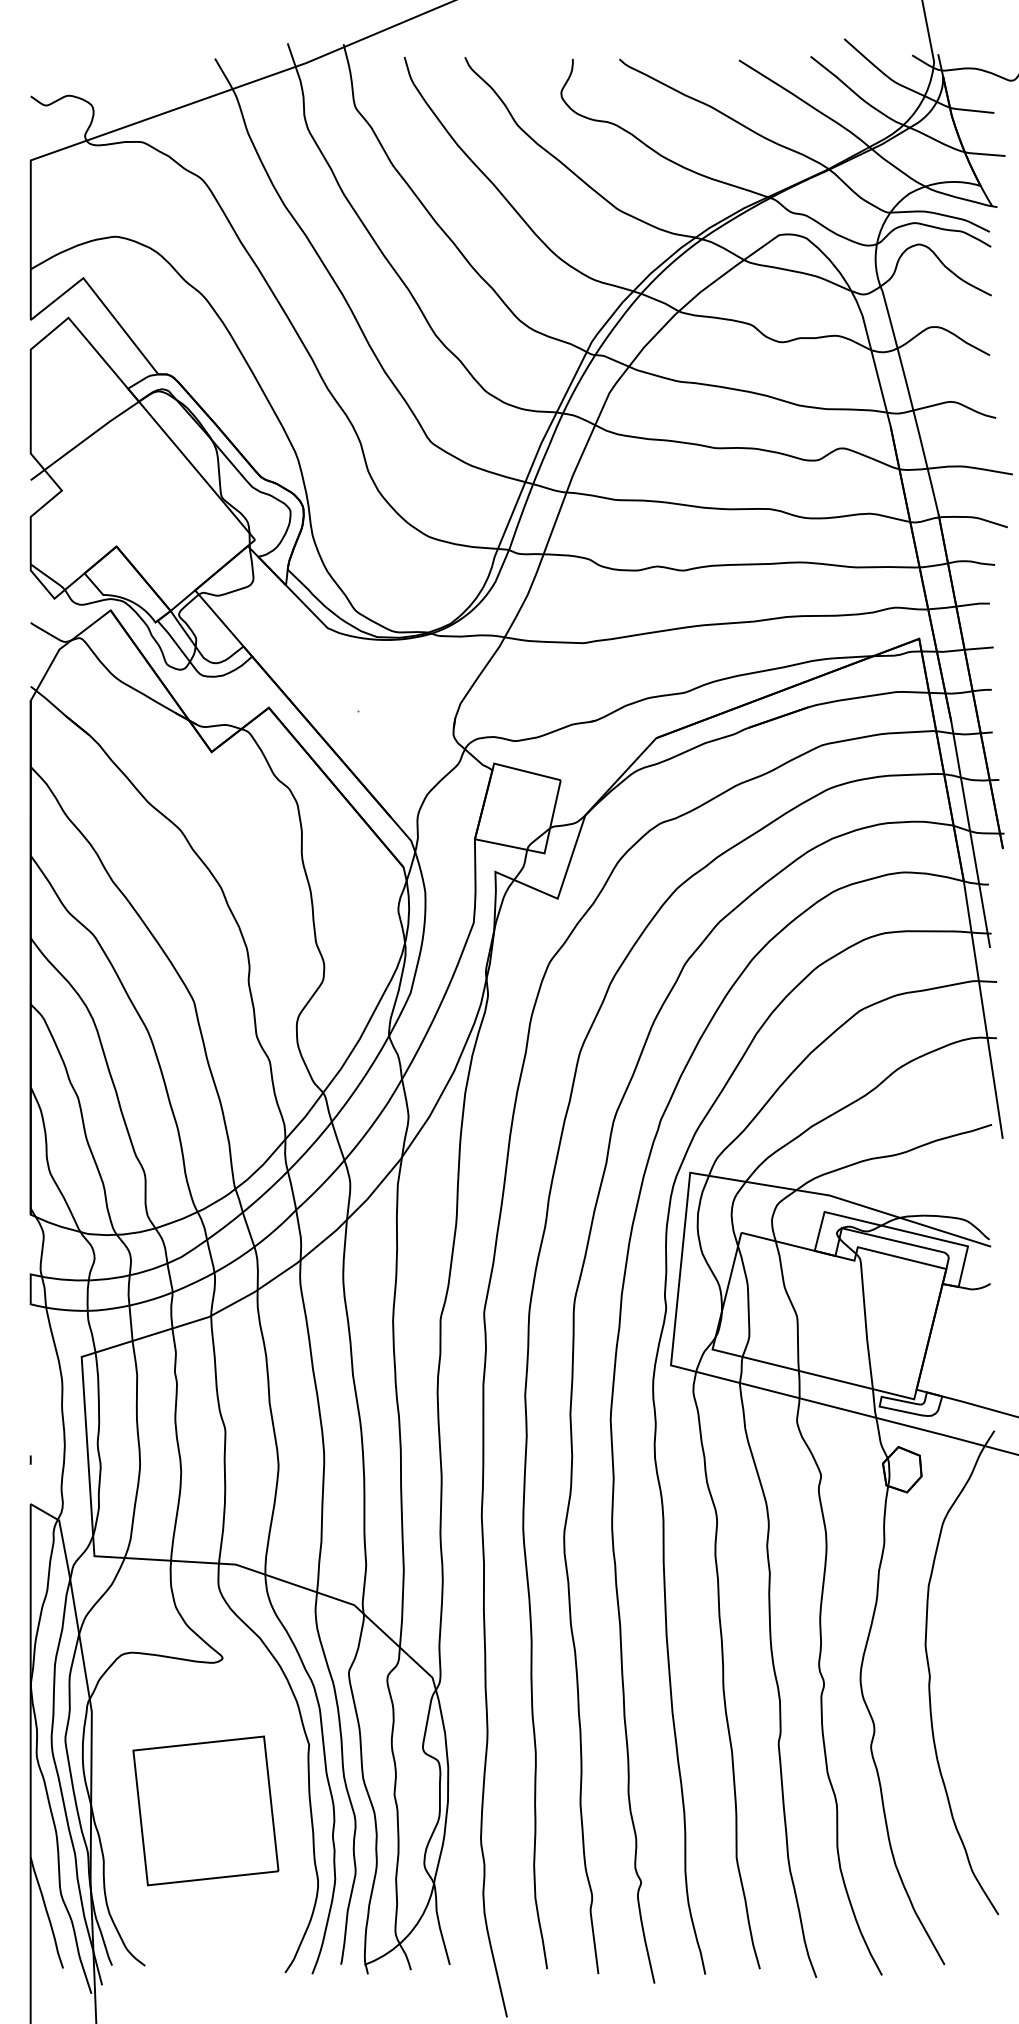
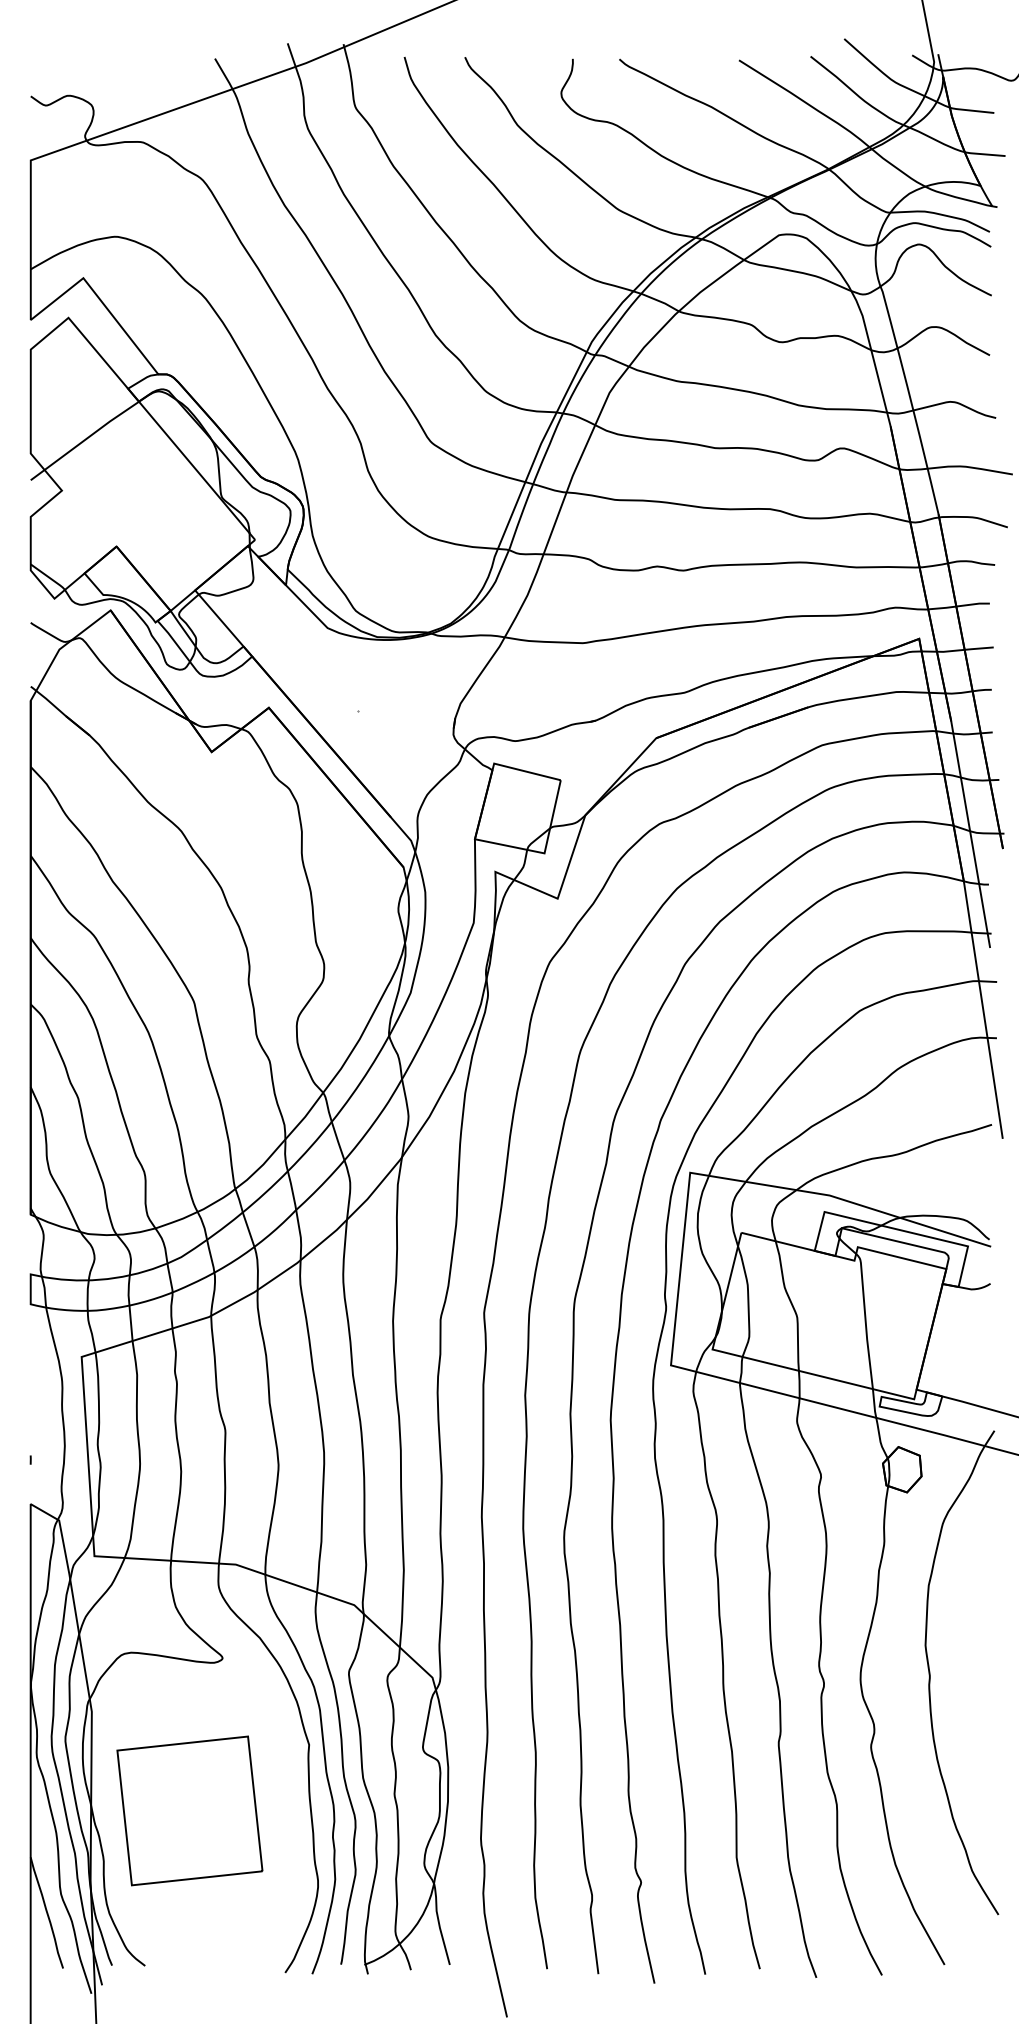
part at (205, 1810) position: (205, 1810) -> (189, 1810)
